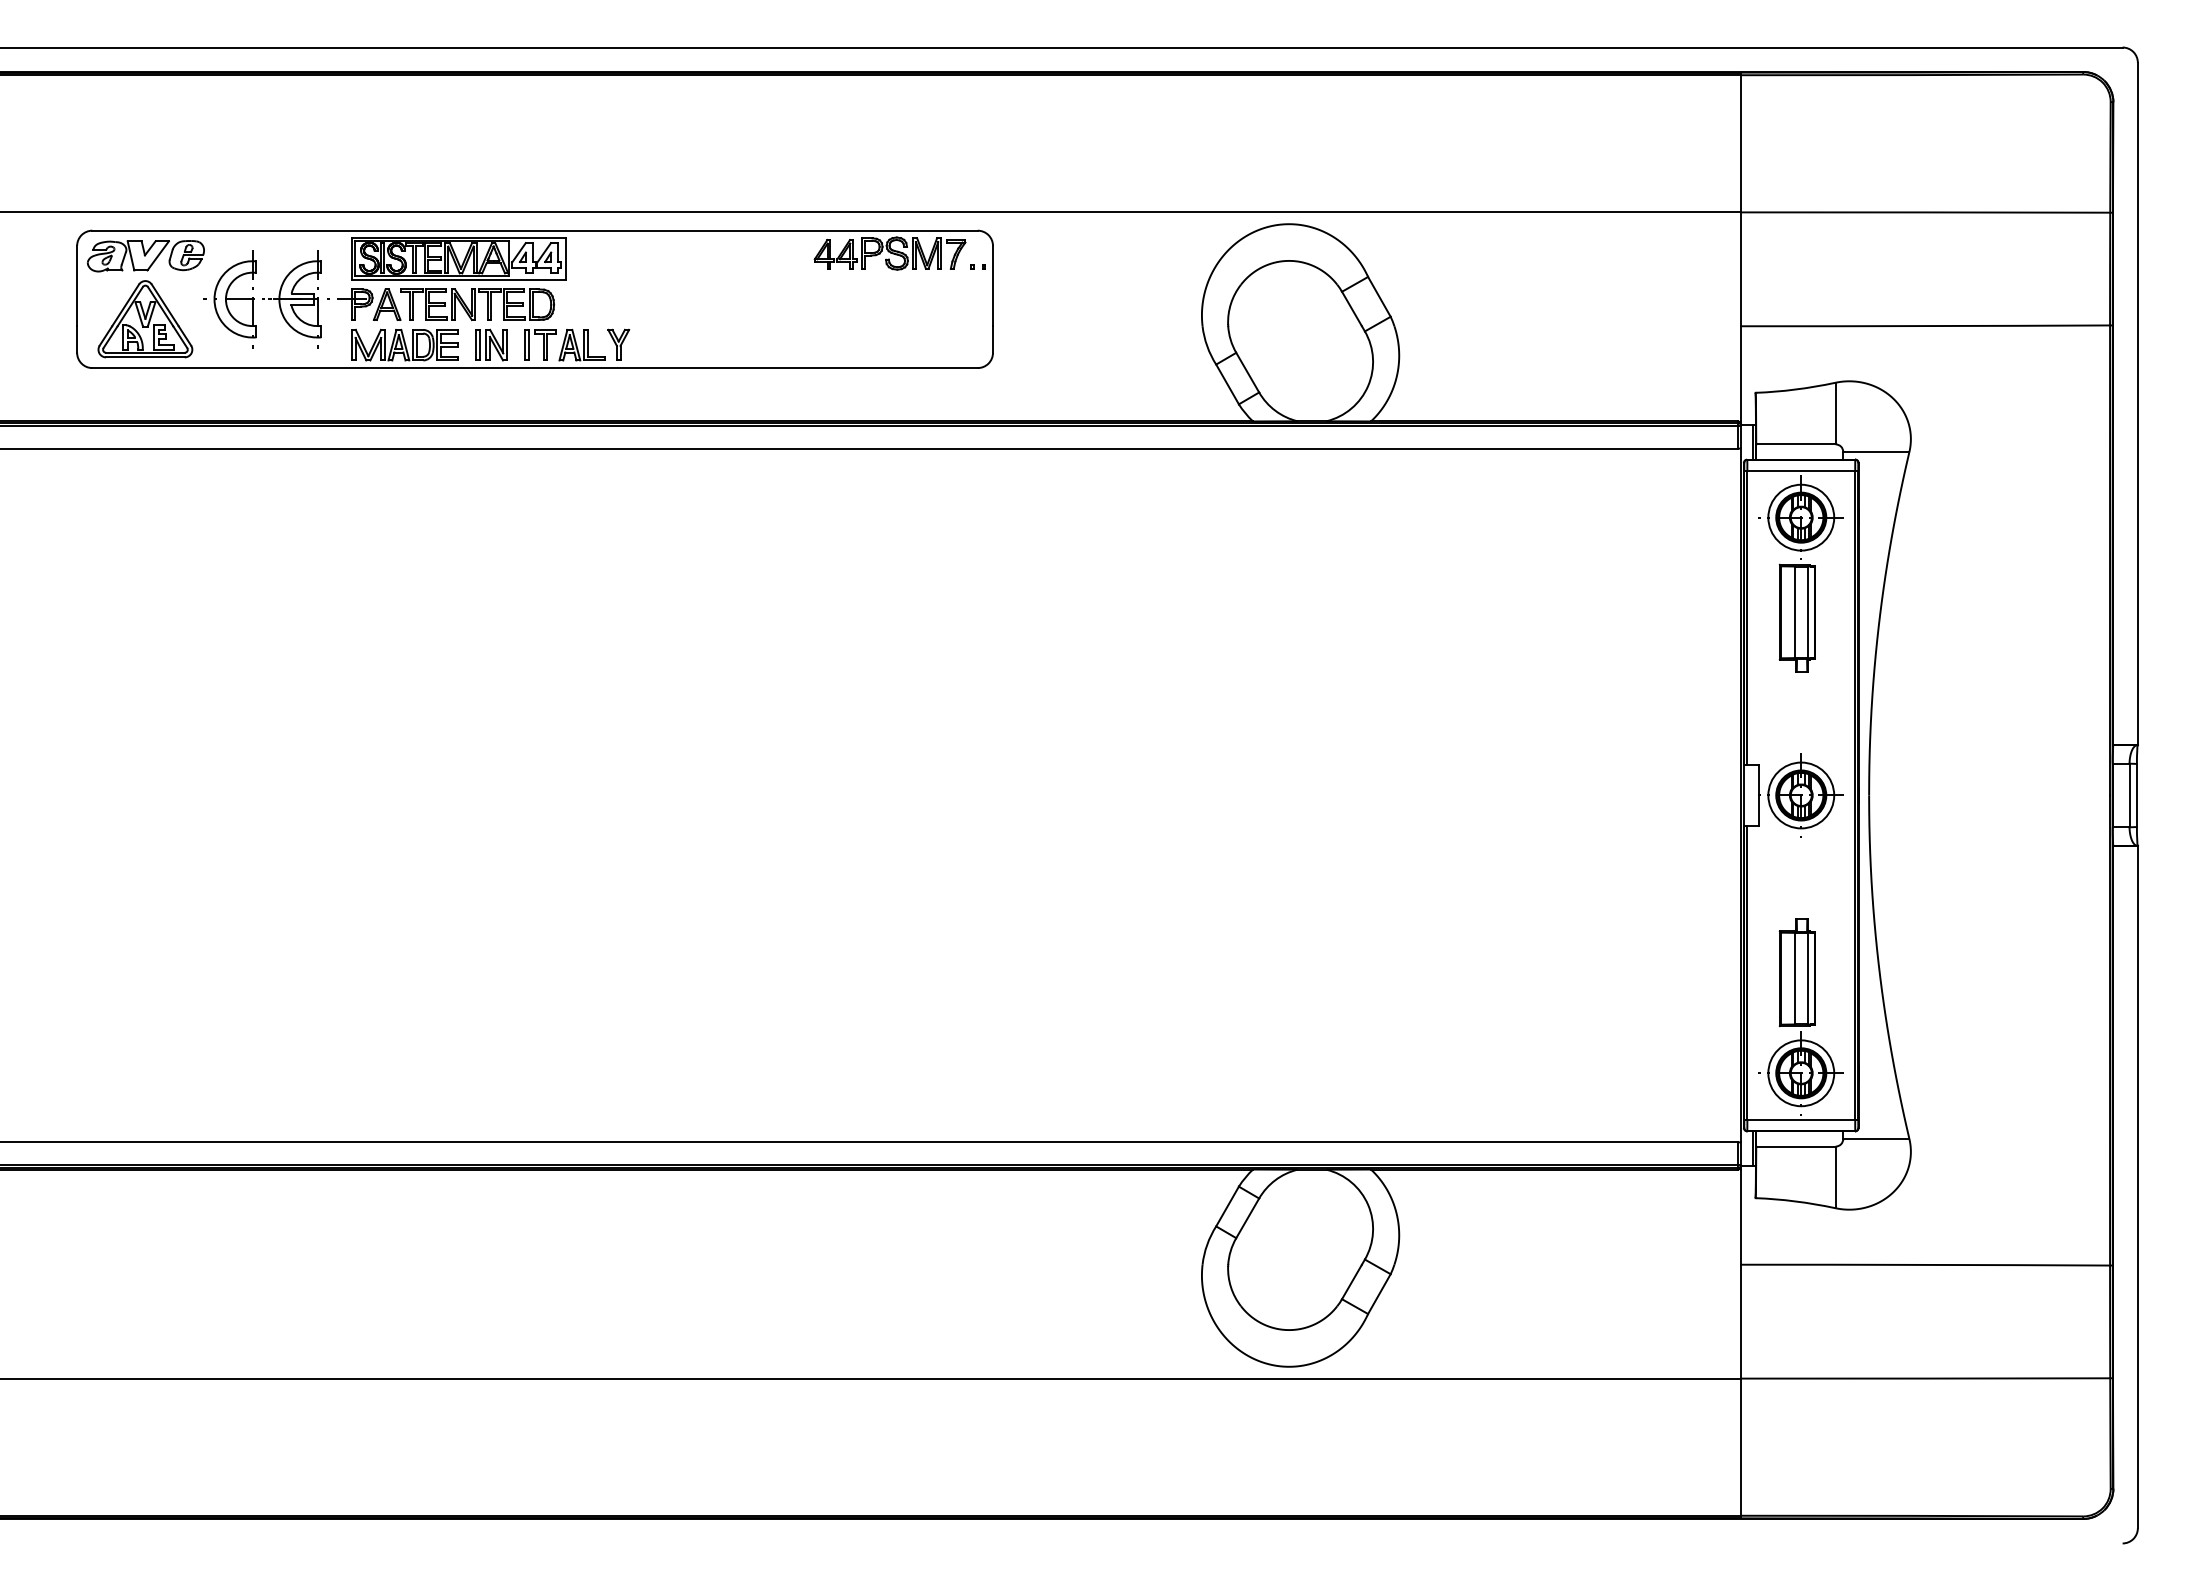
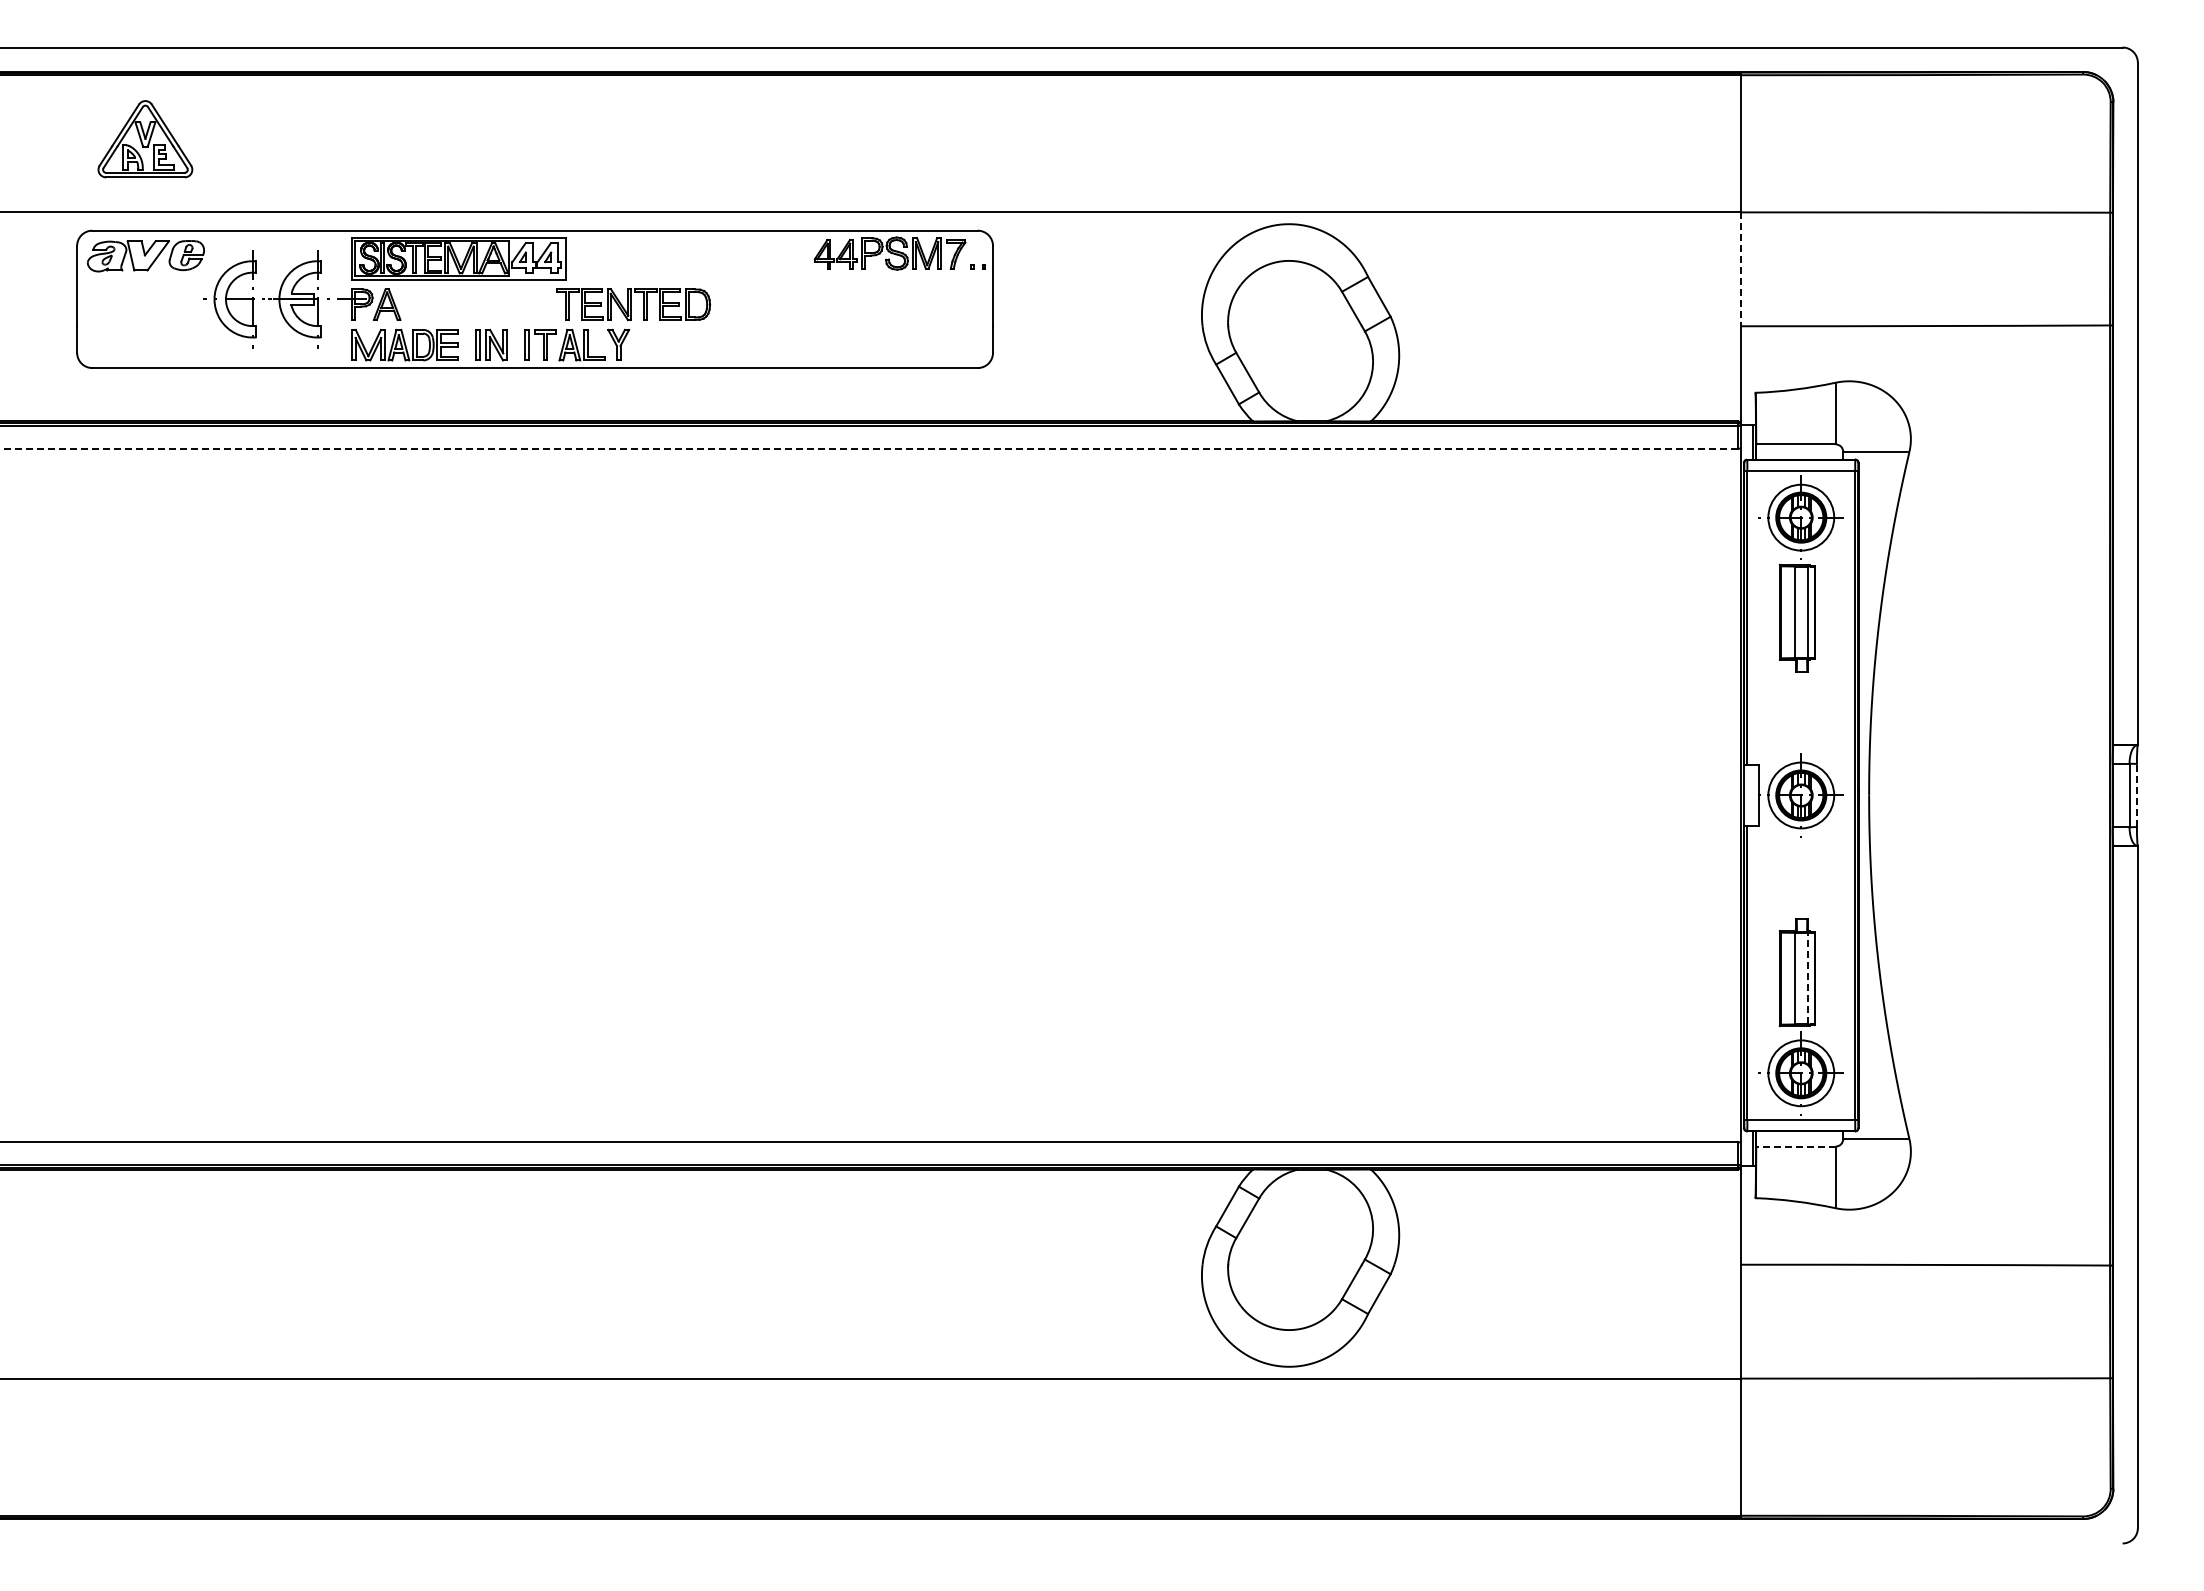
line at (1740, 269): solid -> dashed
part at (477, 304) position: (477, 304) -> (633, 304)
part at (145, 319) position: (145, 319) -> (145, 139)
line at (869, 448): solid -> dashed
line at (2136, 795): solid -> dashed
line at (1807, 978): solid -> dashed
line at (1795, 1146): solid -> dashed
